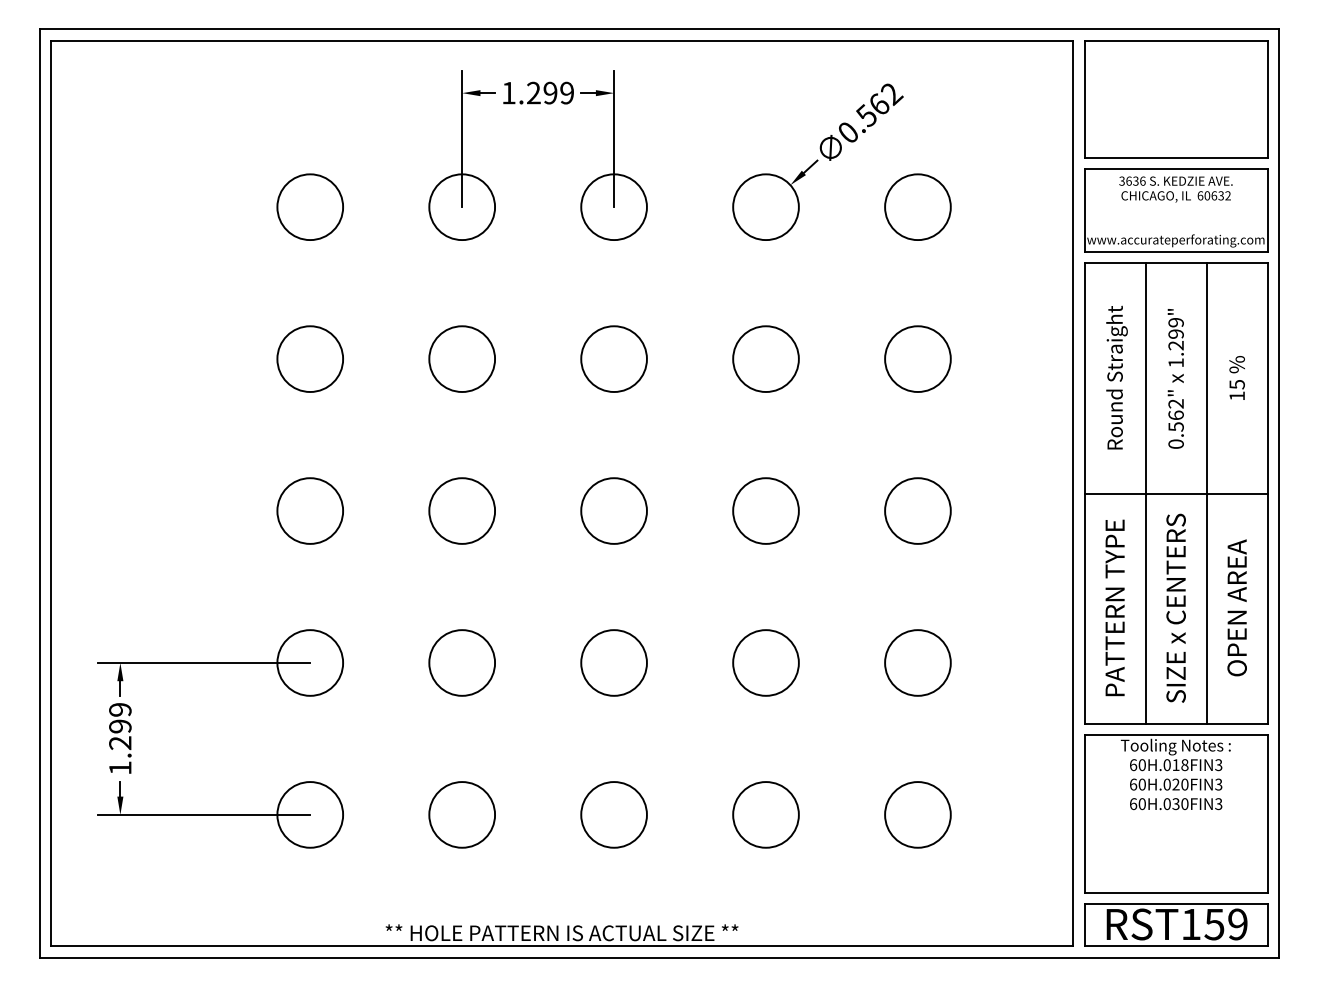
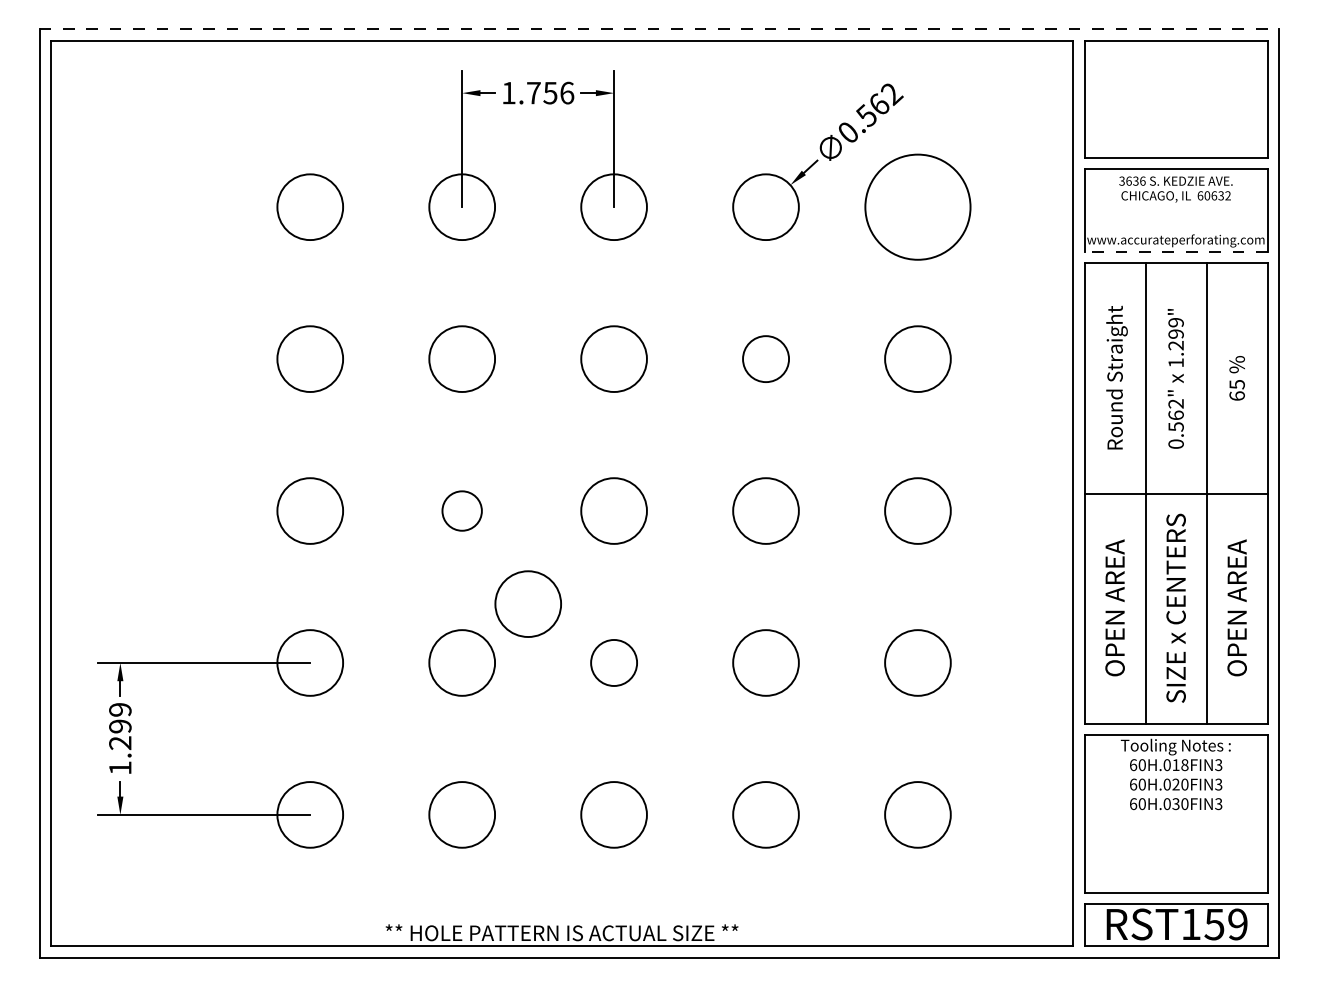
line at (659, 29): solid -> dashed
text at (550, 92): 1.299 -> 1.756
circle at (917, 207) diameter: 66 px -> 105 px
line at (1176, 251): solid -> dashed
circle at (765, 358) diameter: 66 px -> 46 px
text at (1236, 395): 15 -> 65
circle at (462, 510) diameter: 66 px -> 39 px
circle at (527, 603): none -> present
text at (1114, 607): PATTERN TYPE -> OPEN AREA
circle at (613, 662) diameter: 66 px -> 46 px
